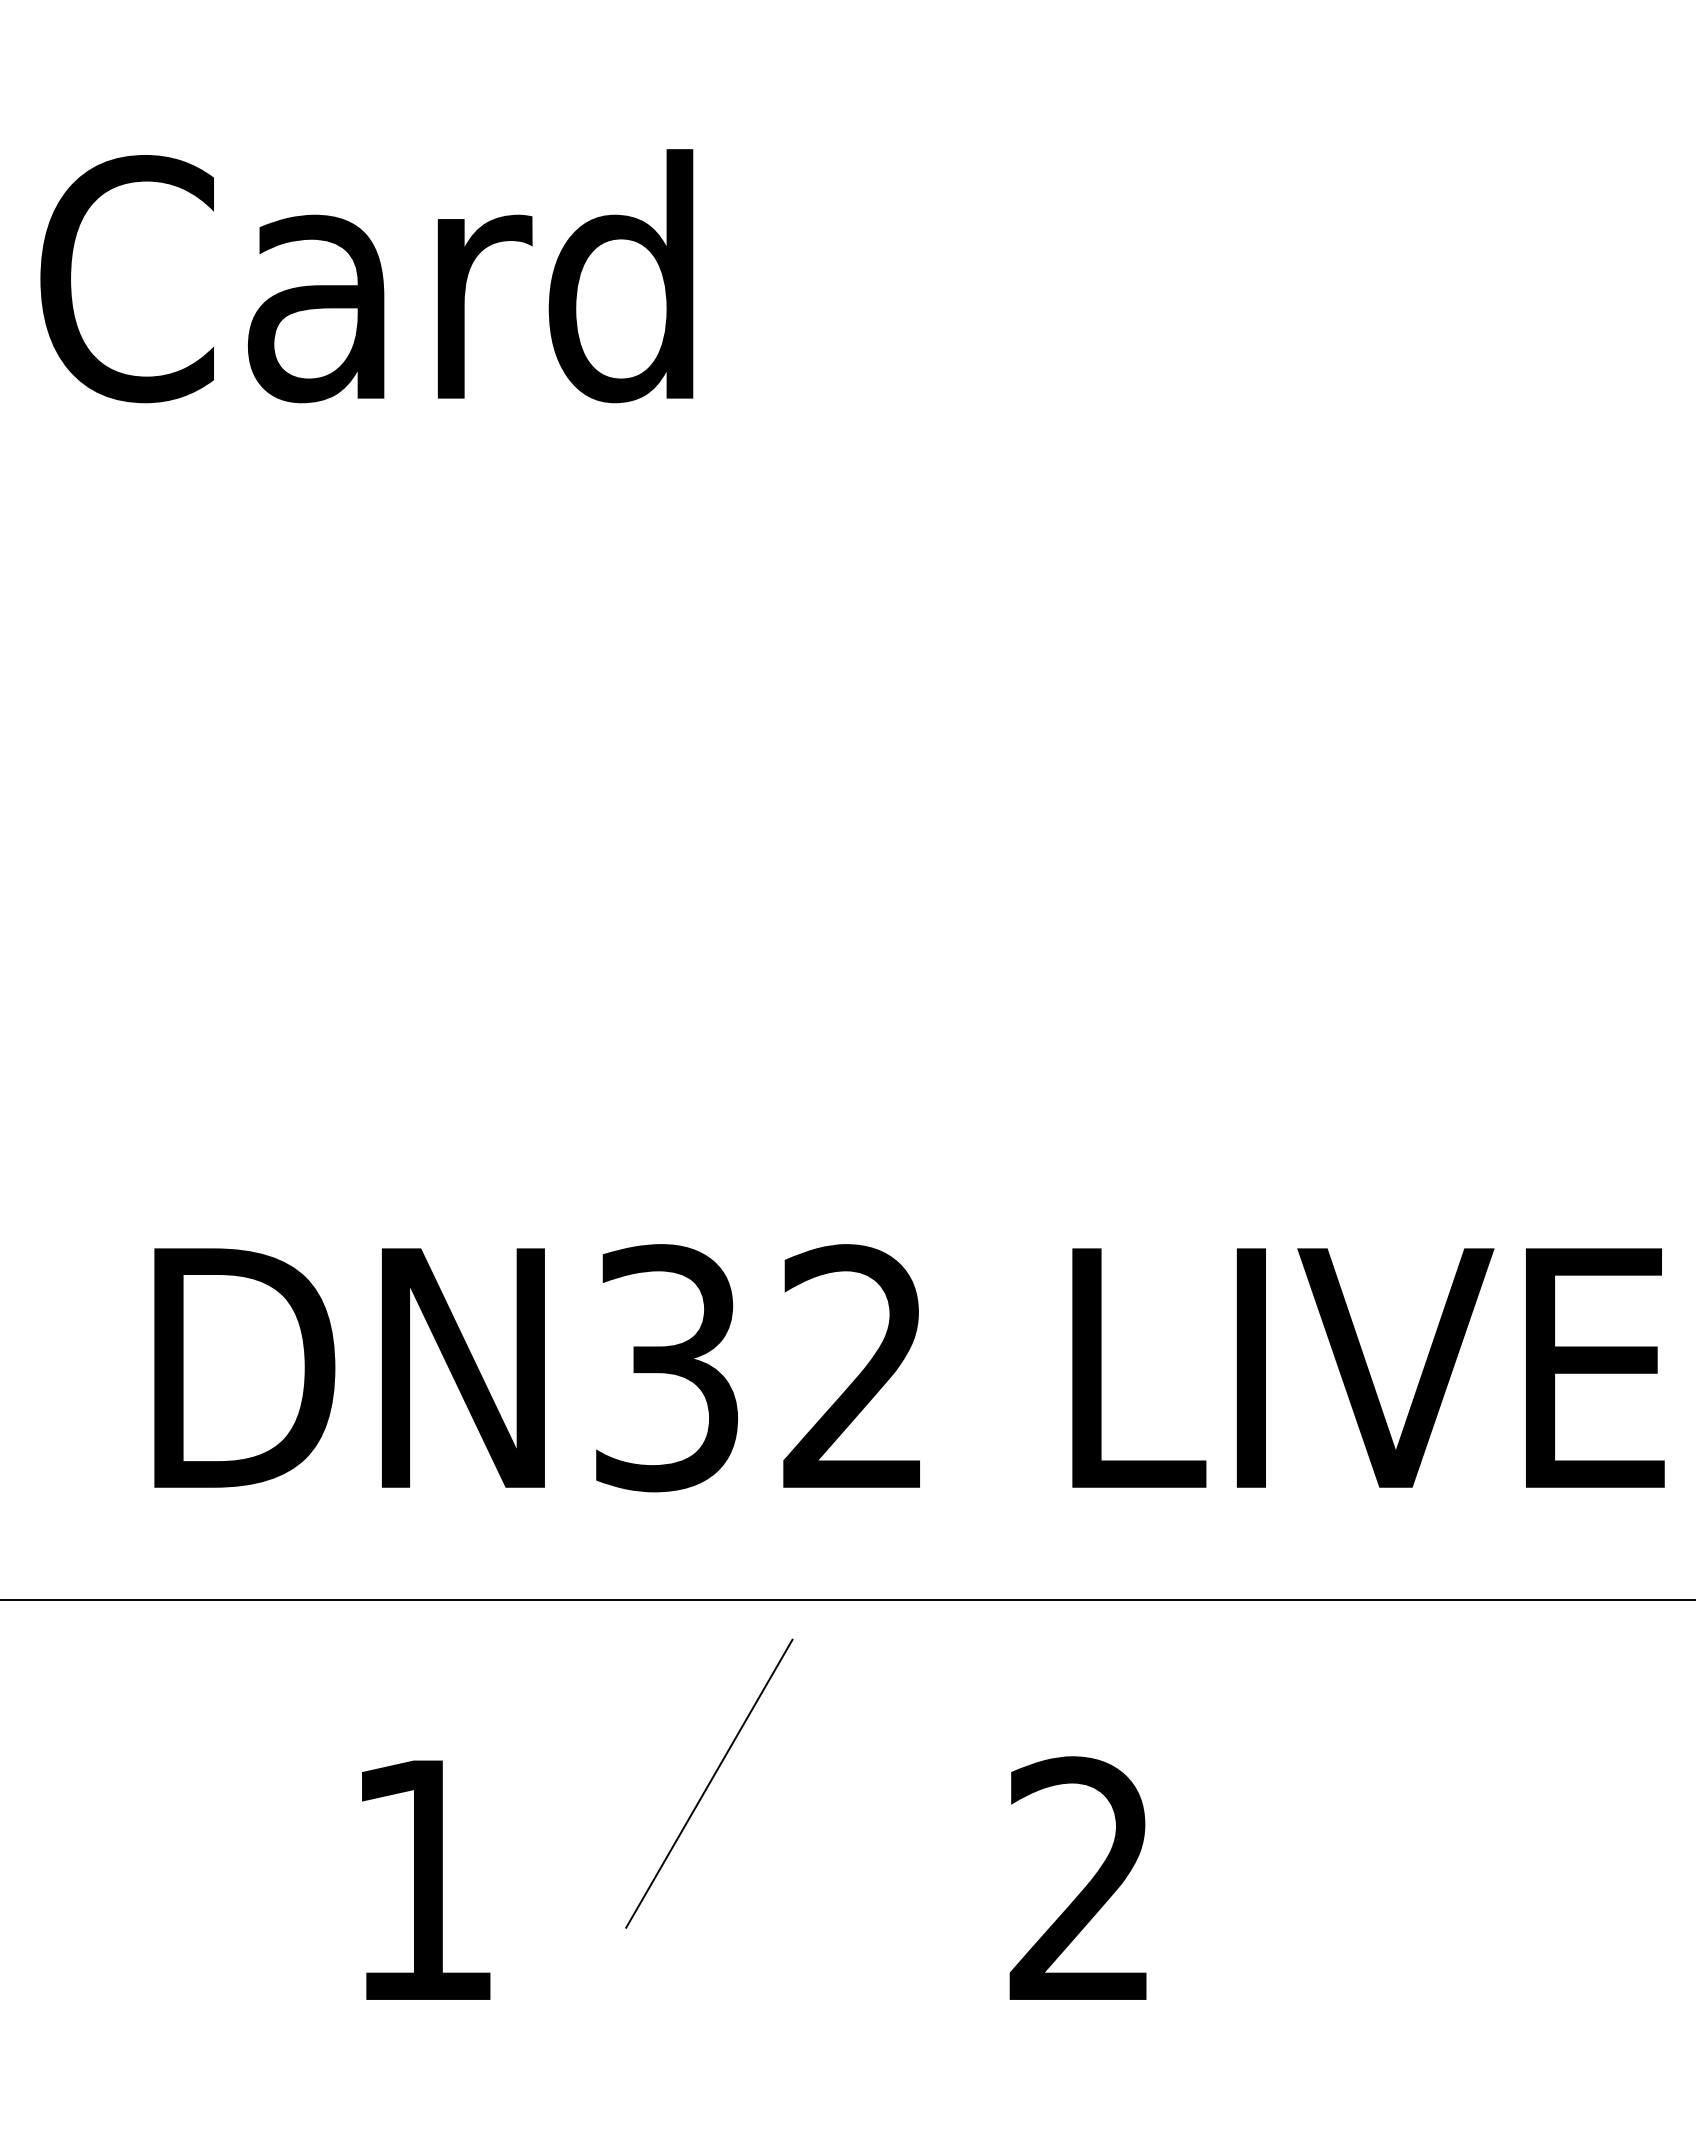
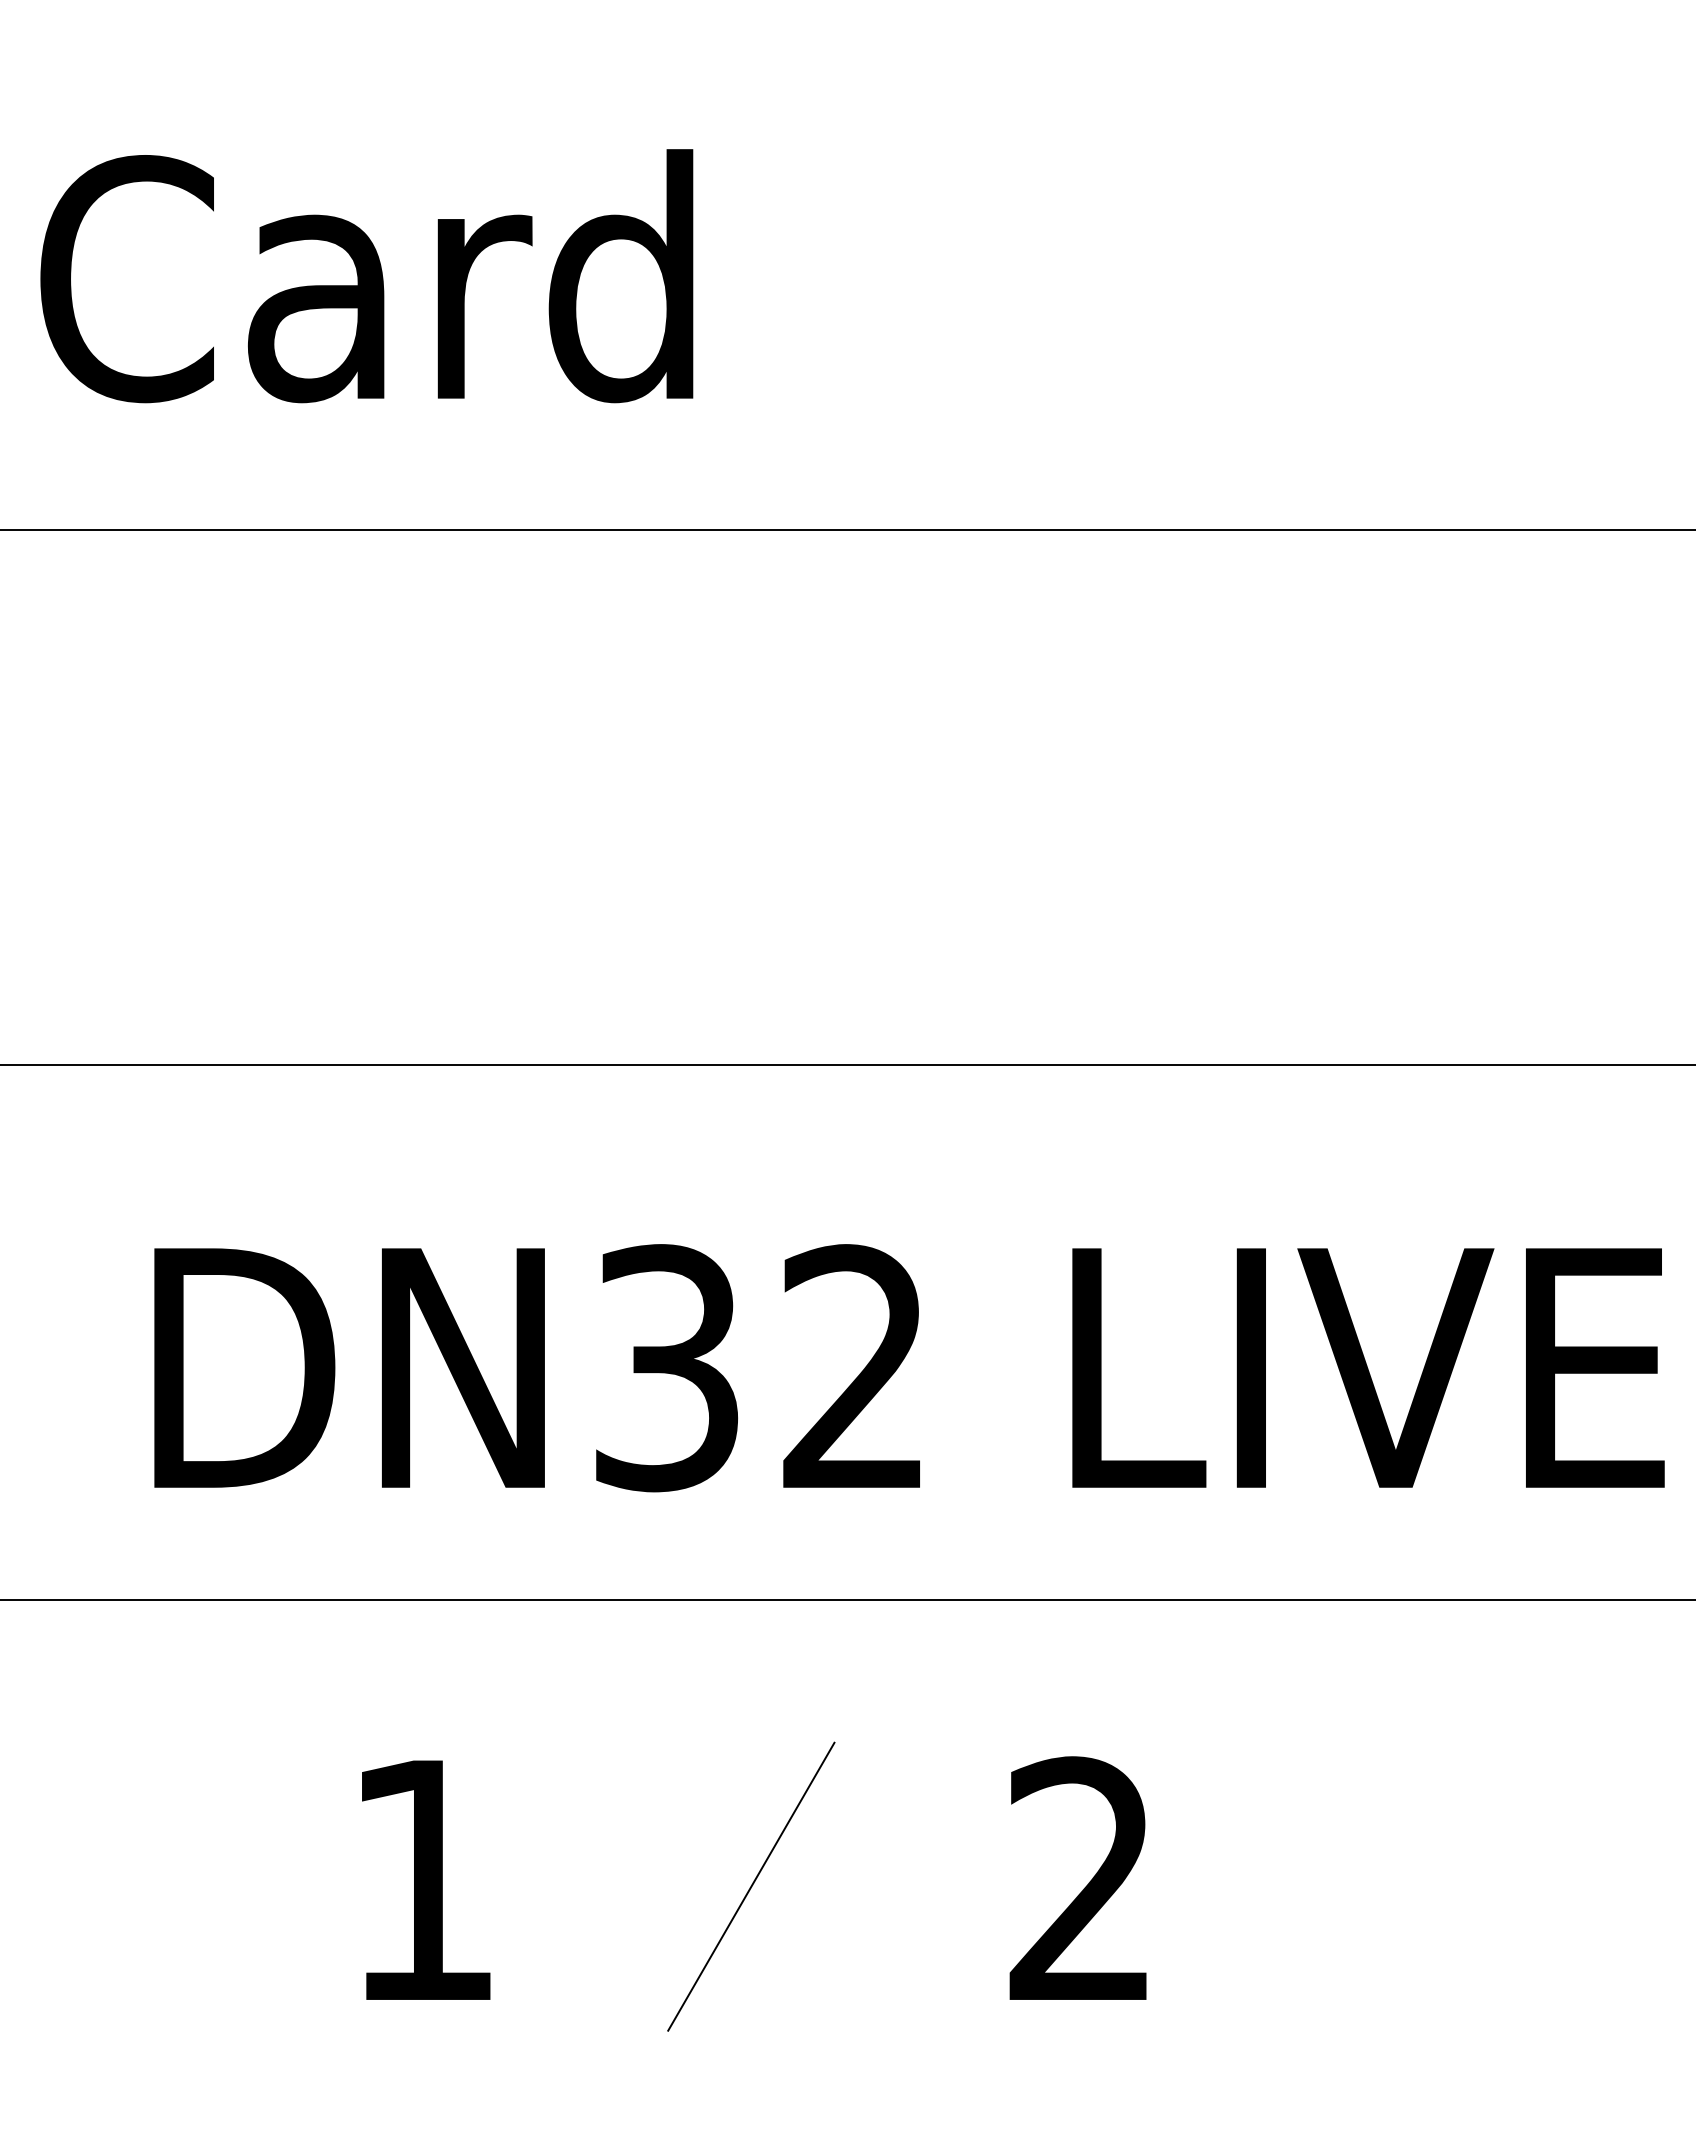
line at (847, 530): none -> present
line at (847, 1065): none -> present
line at (709, 1783) position: (709, 1783) -> (751, 1886)
